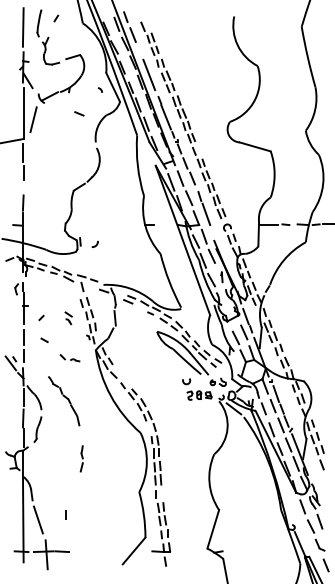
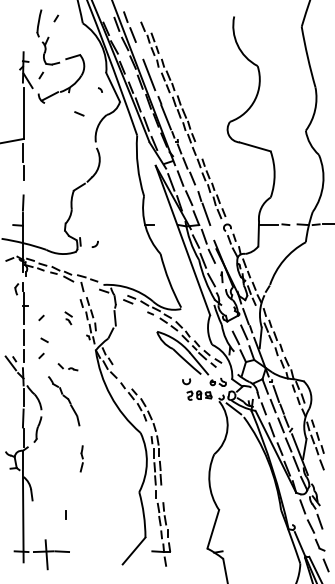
line at (22, 27): present -> none
line at (41, 75): none -> present
line at (33, 119): present -> none
line at (41, 355): none -> present
part at (69, 358) position: (69, 358) -> (67, 367)
line at (37, 519): present -> none
